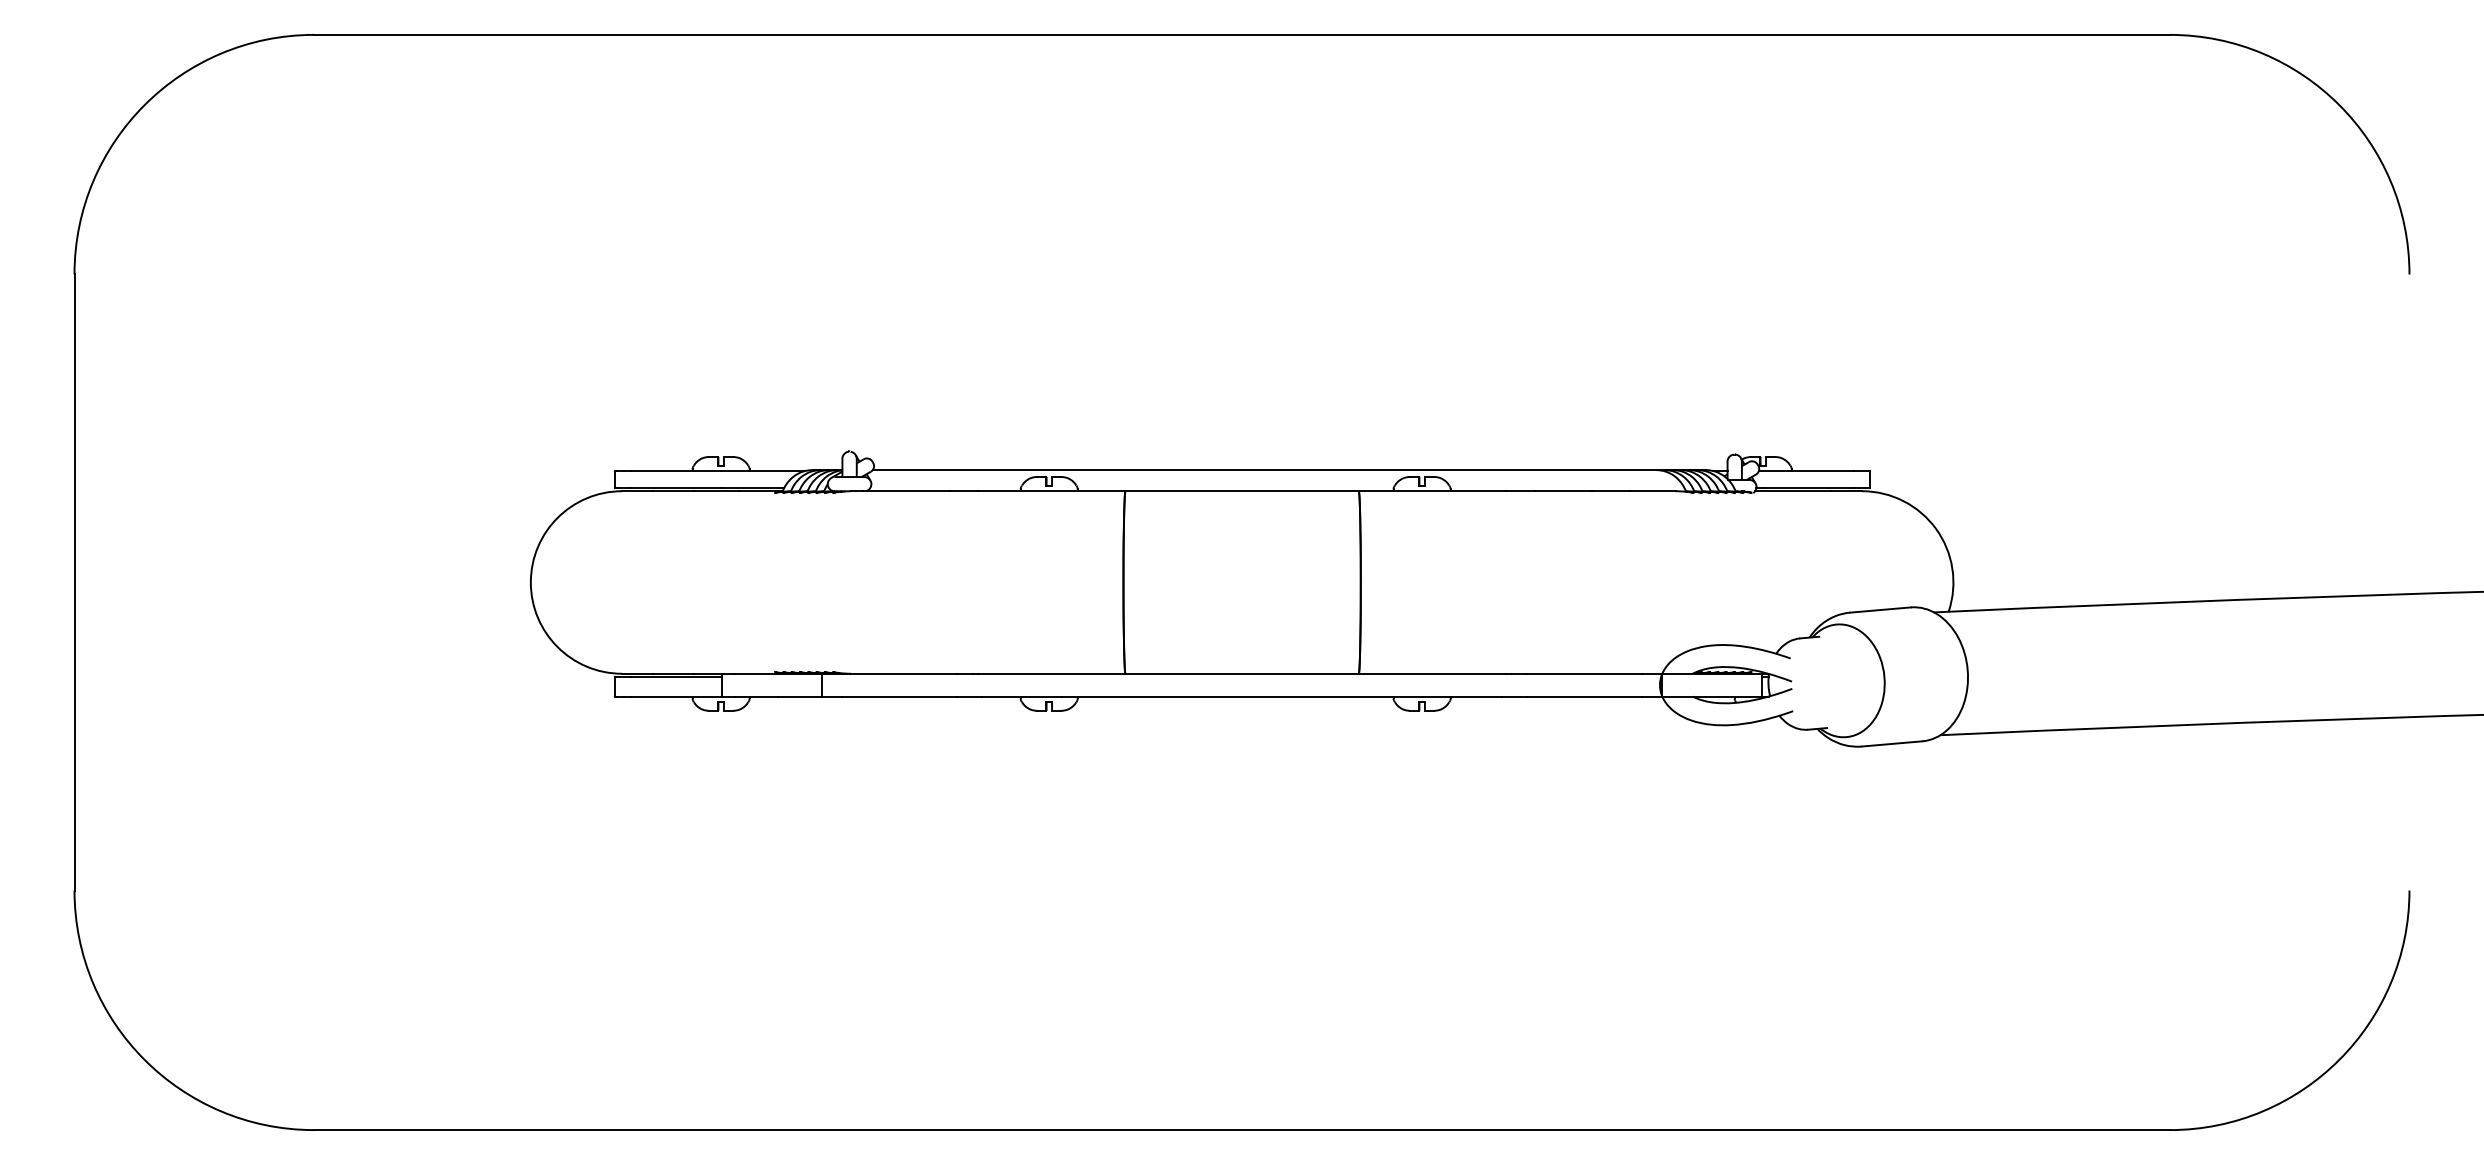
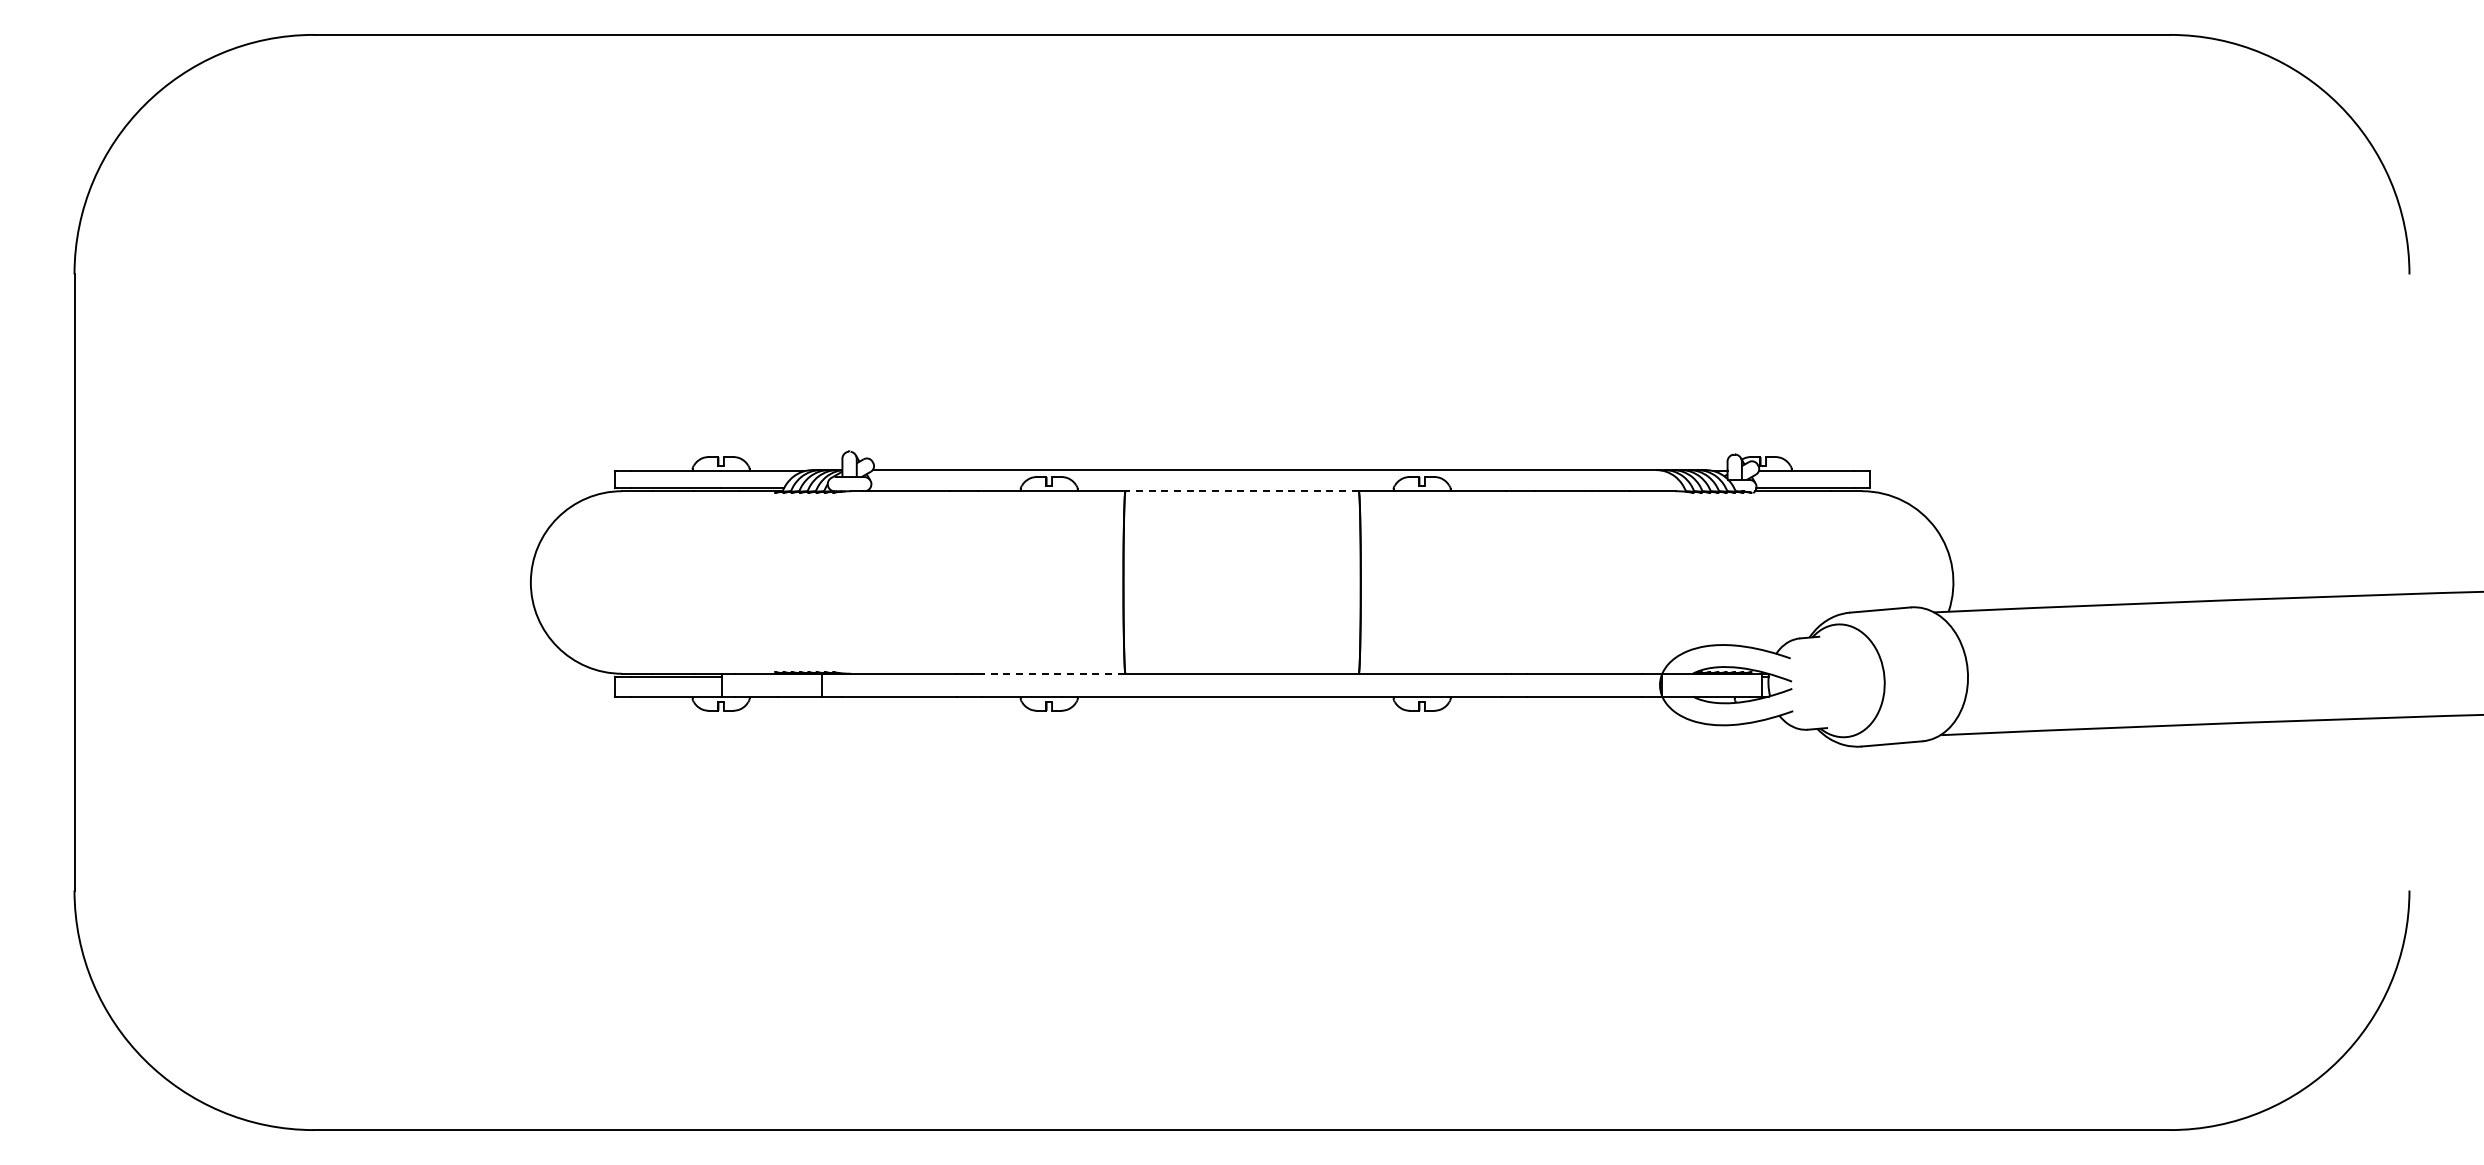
line at (1242, 491): solid -> dashed
line at (1051, 673): solid -> dashed
